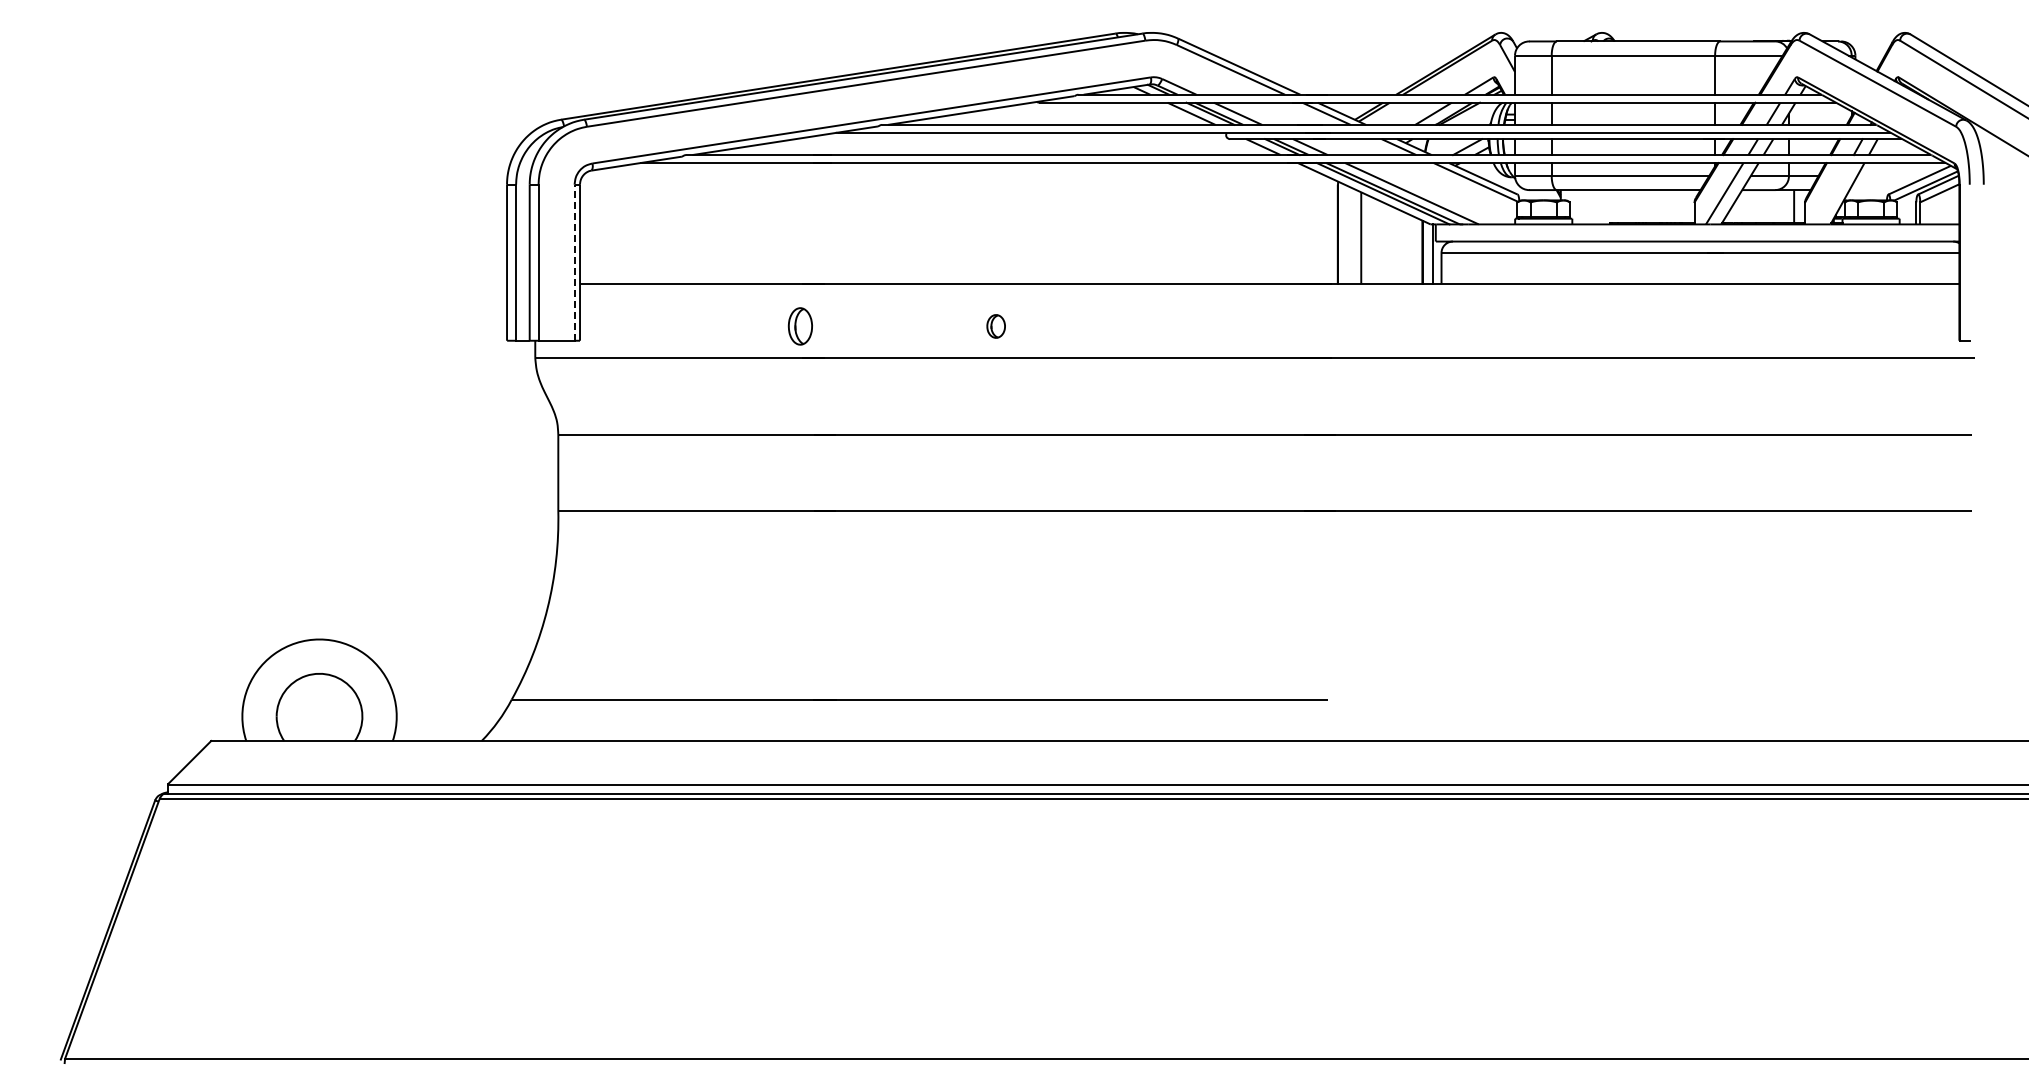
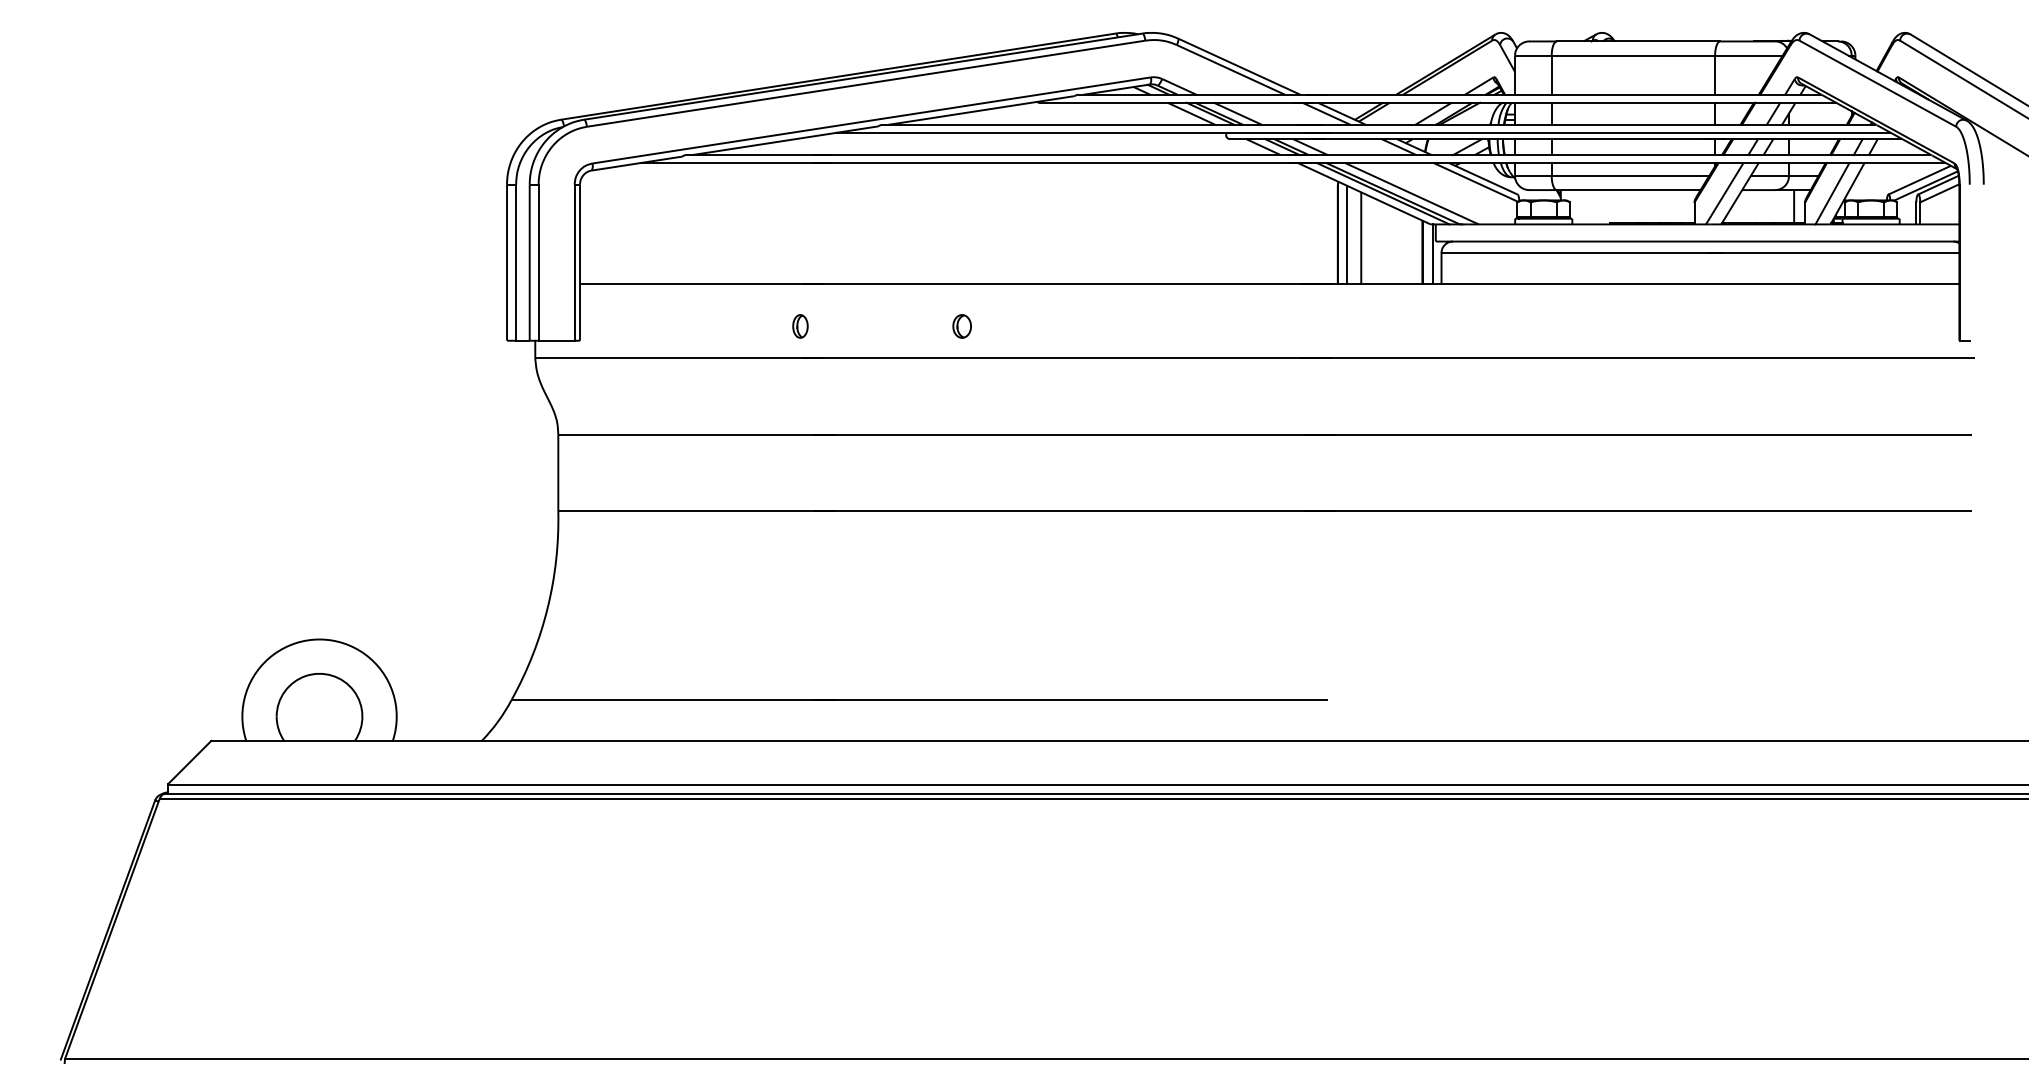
line at (1832, 193): none -> present
line at (1347, 234): none -> present
line at (574, 262): dashed -> solid
part at (799, 326) size: 26x39 px -> 17x25 px
part at (995, 326) position: (995, 326) -> (961, 326)
